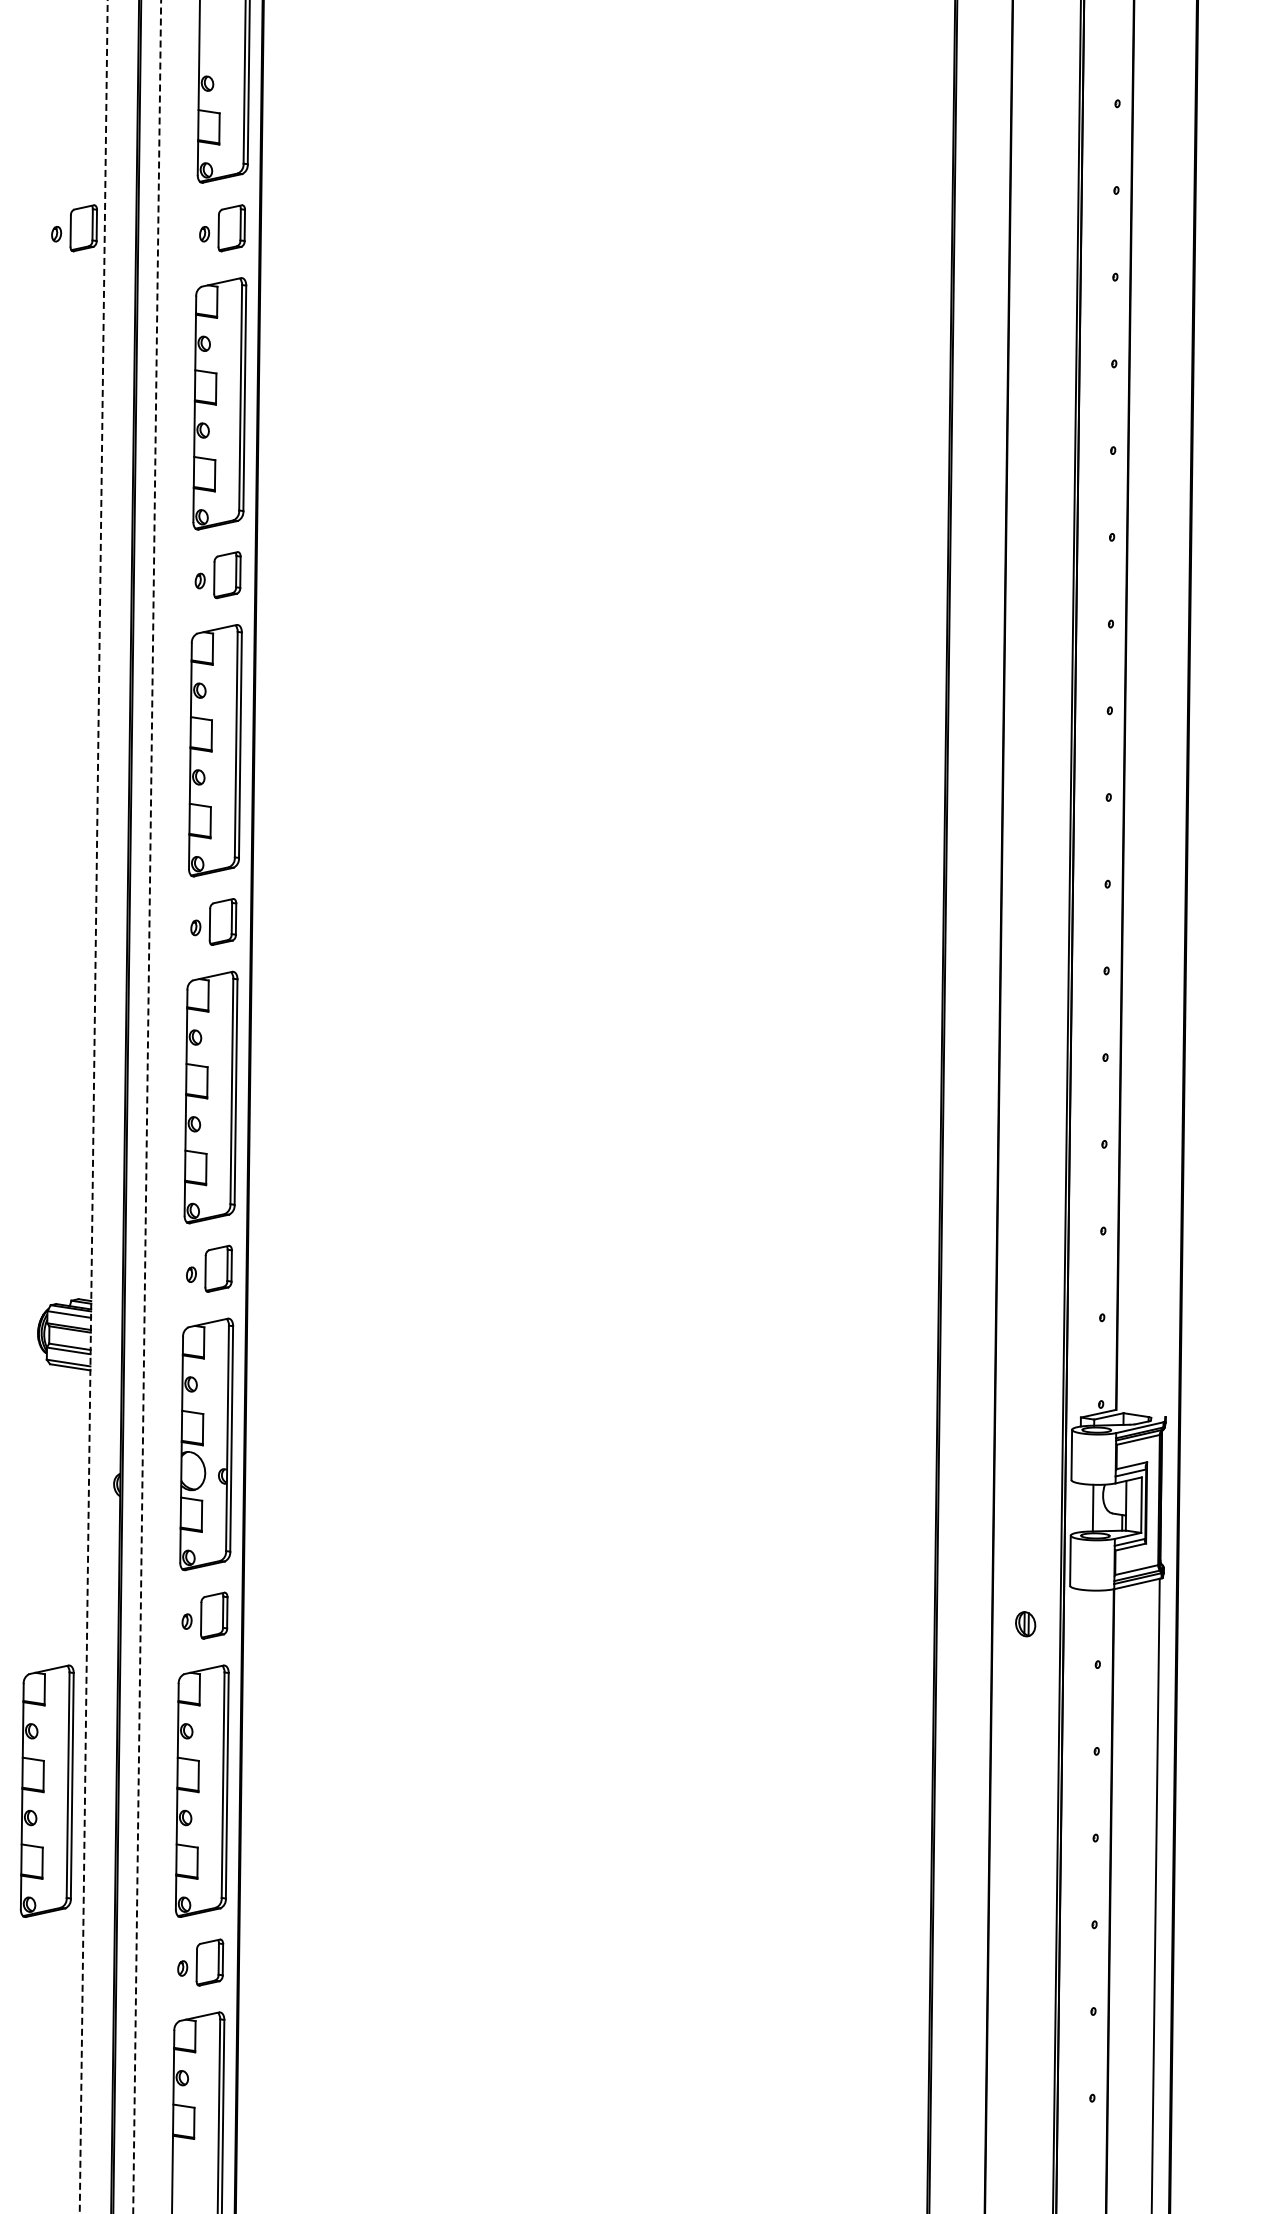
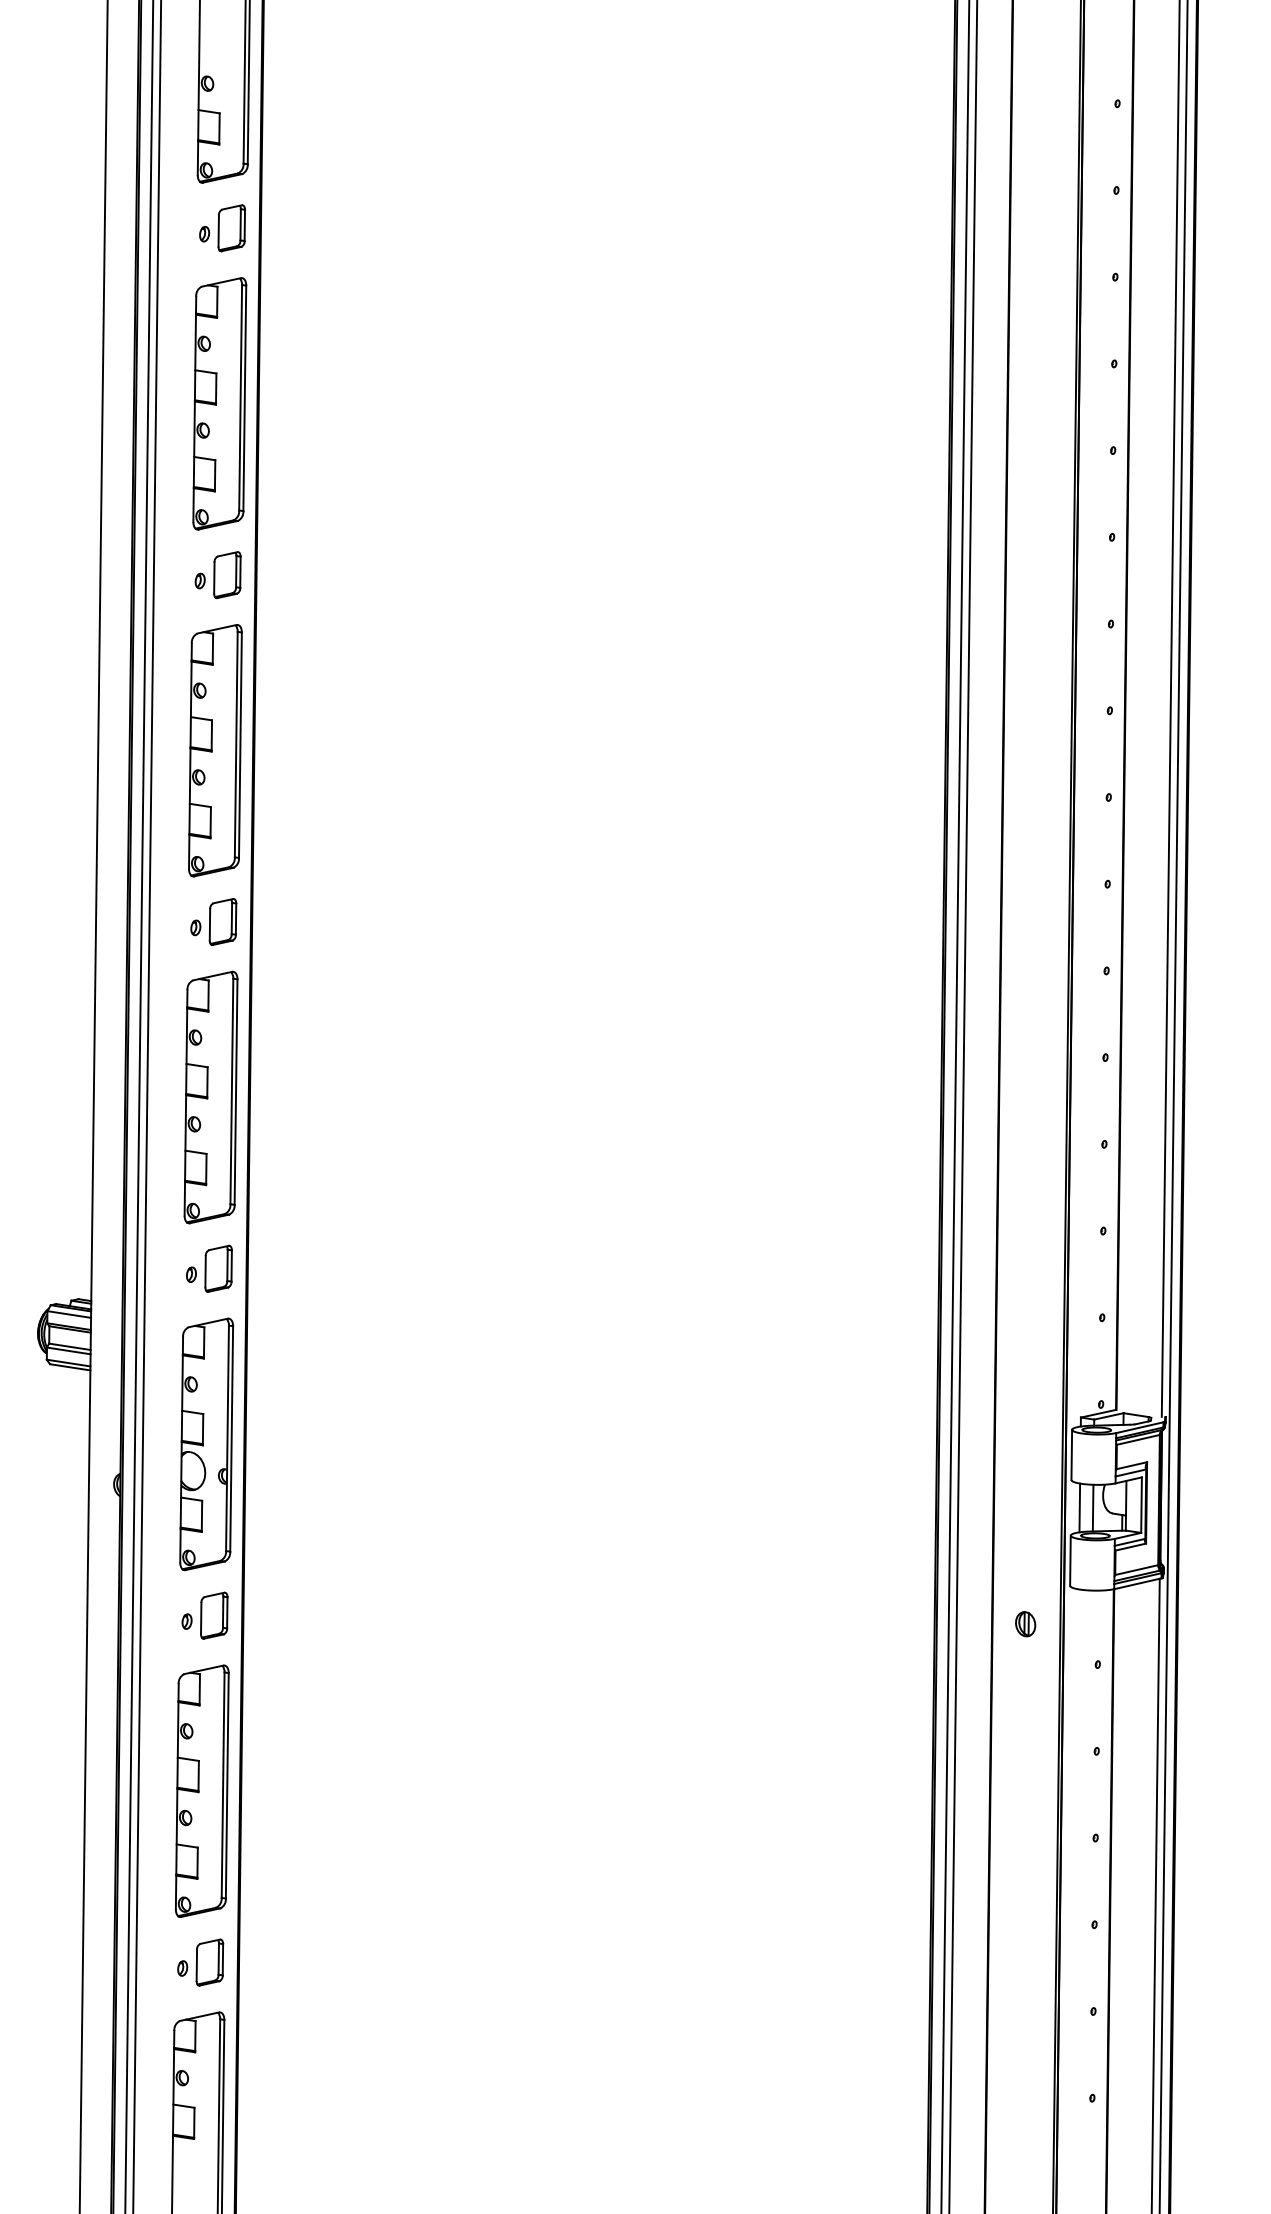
part at (74, 228): present -> none
line at (1170, 709): none -> present
line at (139, 1106): none -> present
line at (147, 1106): dashed -> solid
line at (955, 1106): none -> present
line at (963, 1106): none -> present
line at (1173, 1106): none -> present
line at (93, 1107): dashed -> solid
line at (1079, 1507): none -> present
part at (46, 1790): present -> none
